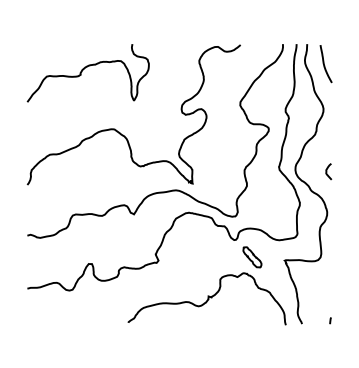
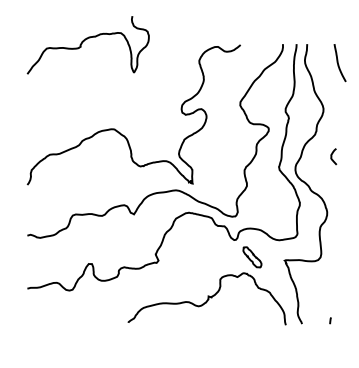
curve at (324, 64) position: (324, 64) -> (338, 63)
curve at (84, 69) position: (84, 69) -> (84, 41)
curve at (327, 171) position: (327, 171) -> (332, 156)
